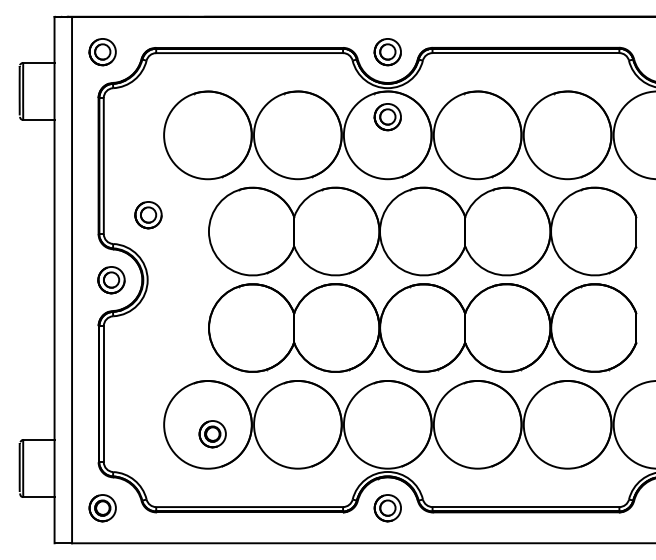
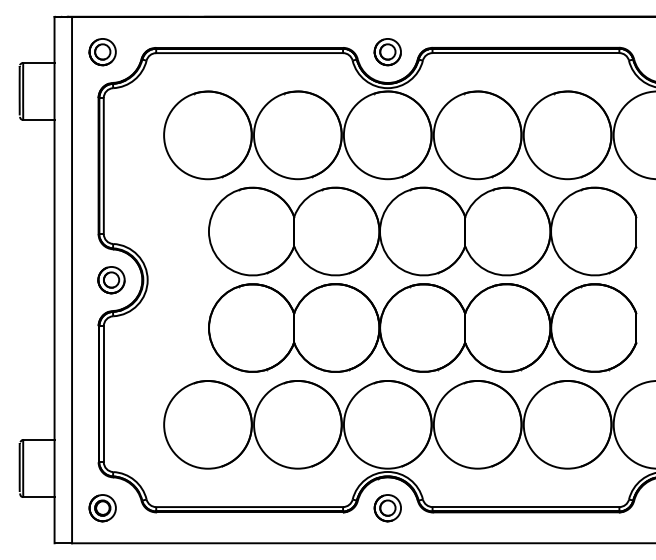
part at (387, 117): present -> none
part at (148, 215): present -> none
part at (212, 434): present -> none
